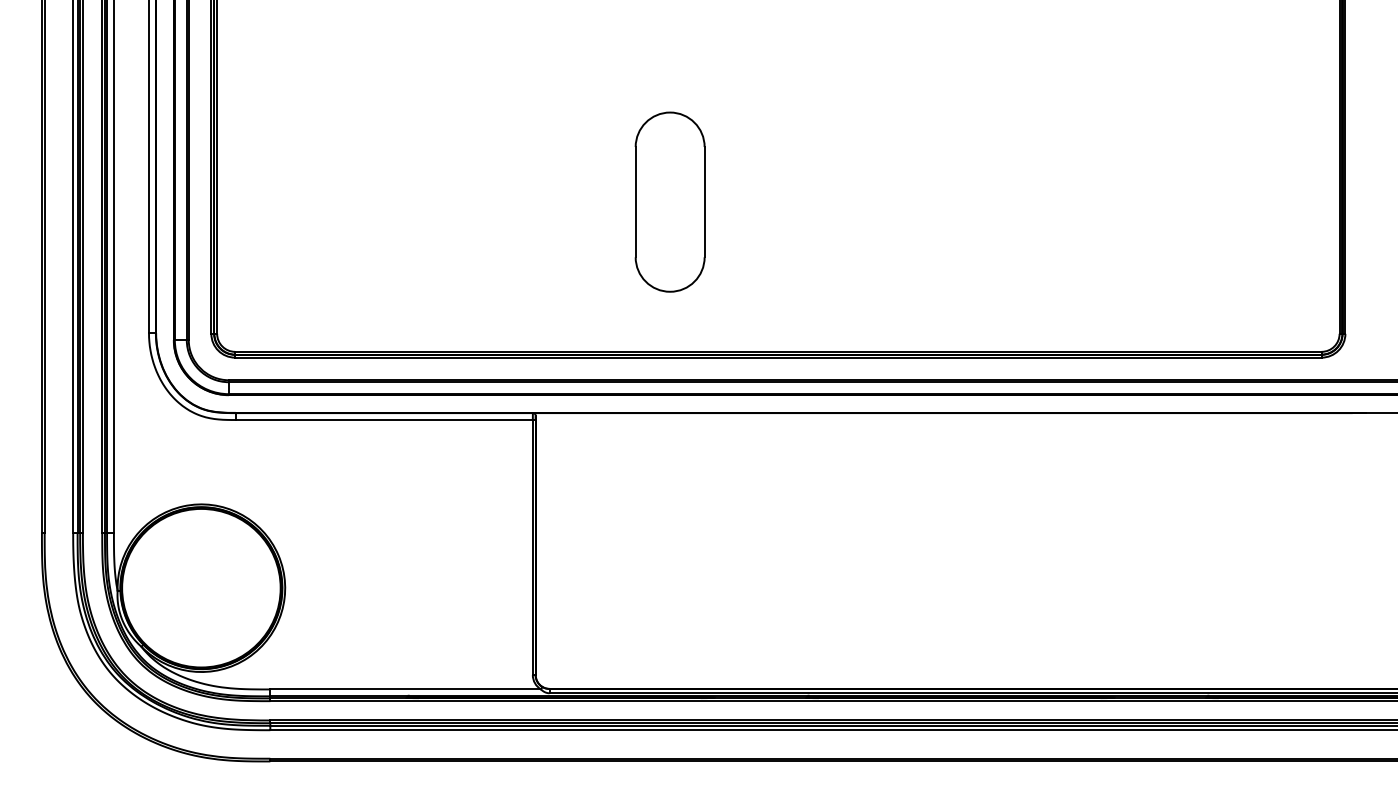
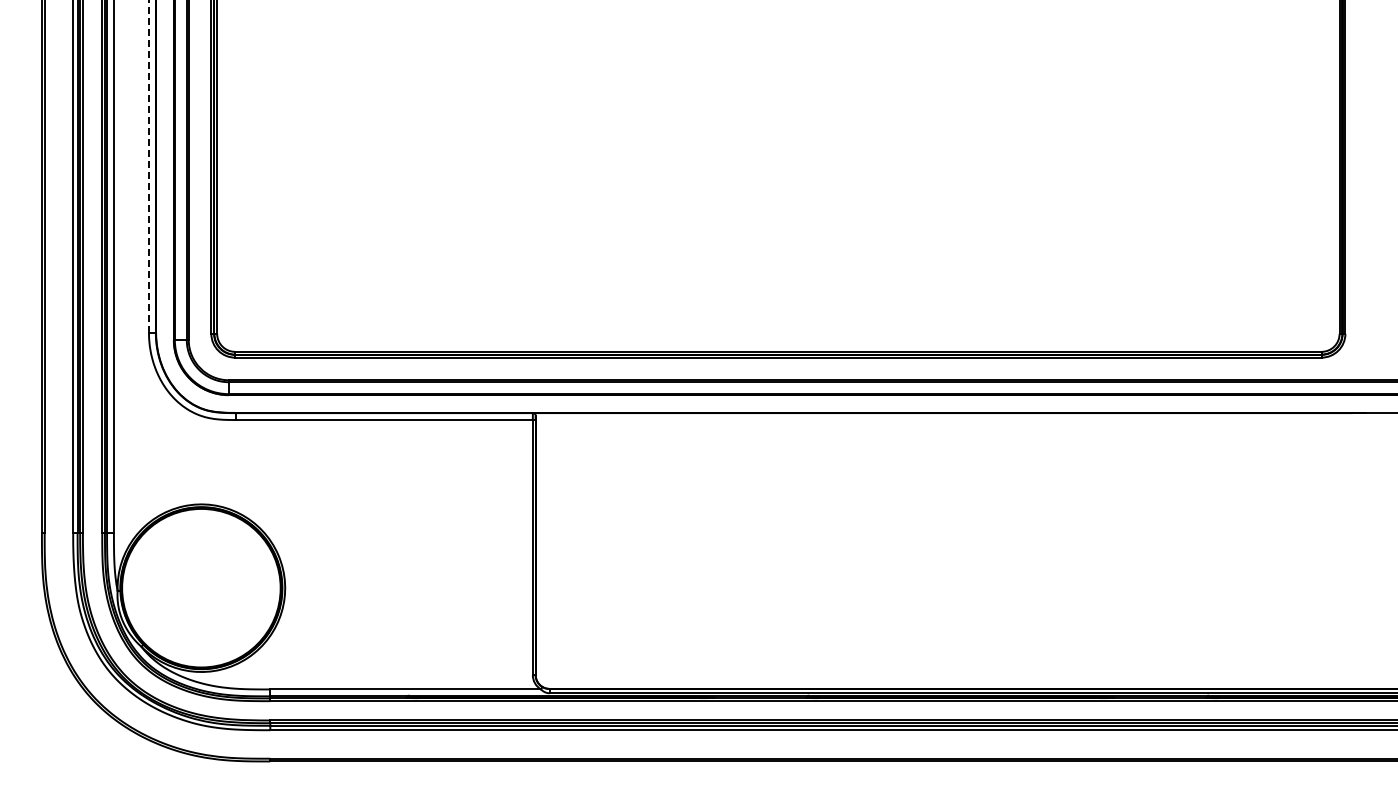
line at (149, 166): solid -> dashed
part at (669, 201): present -> none
